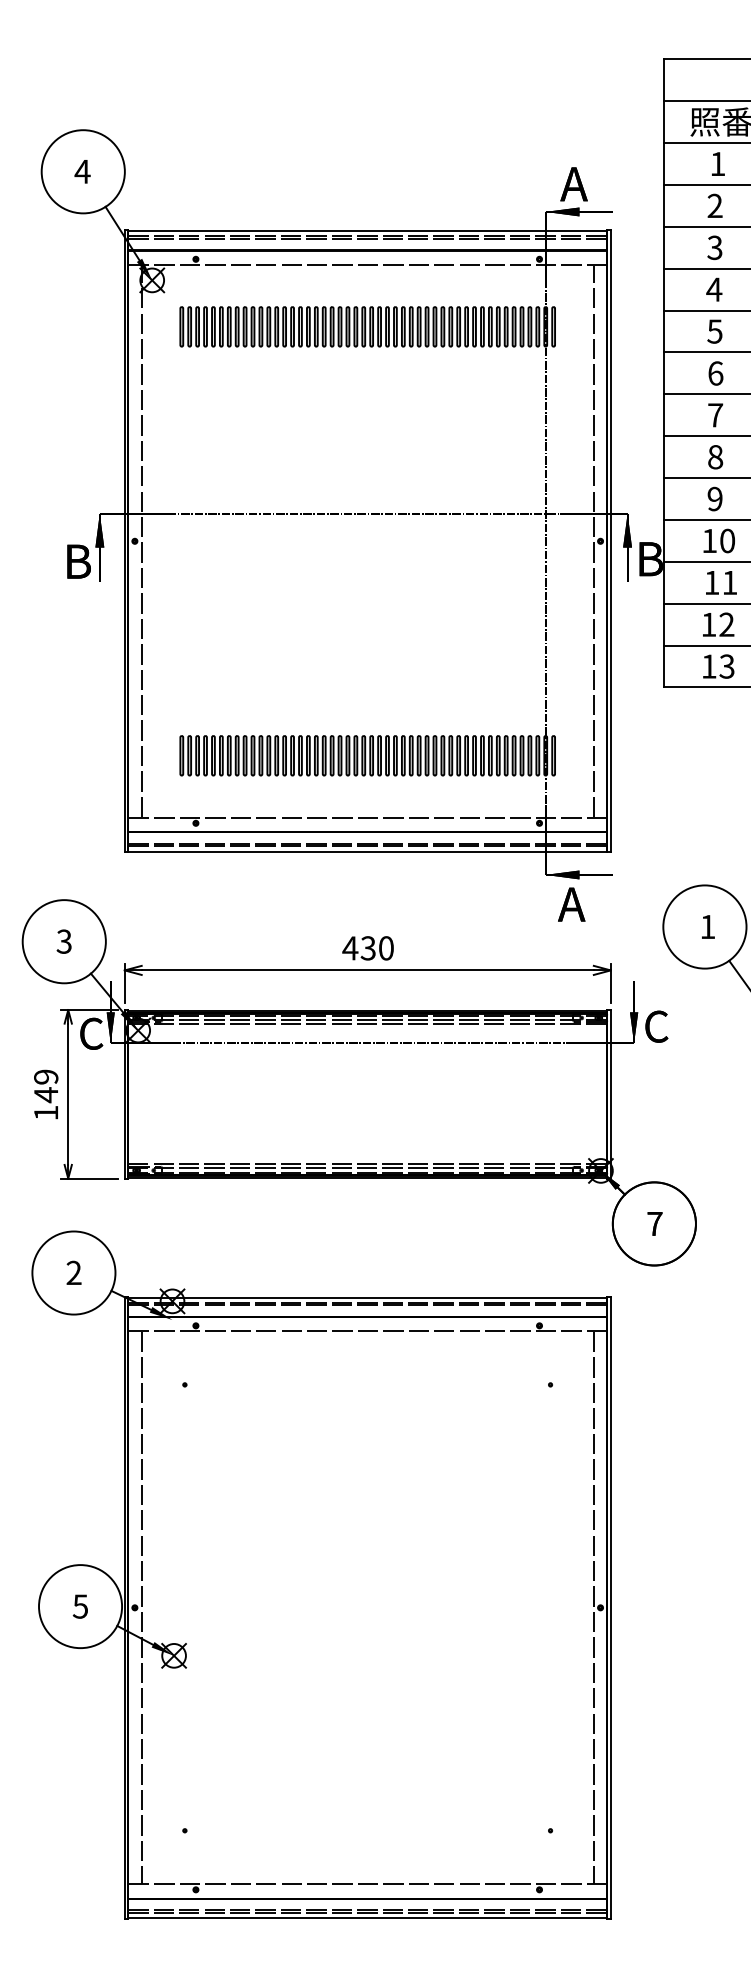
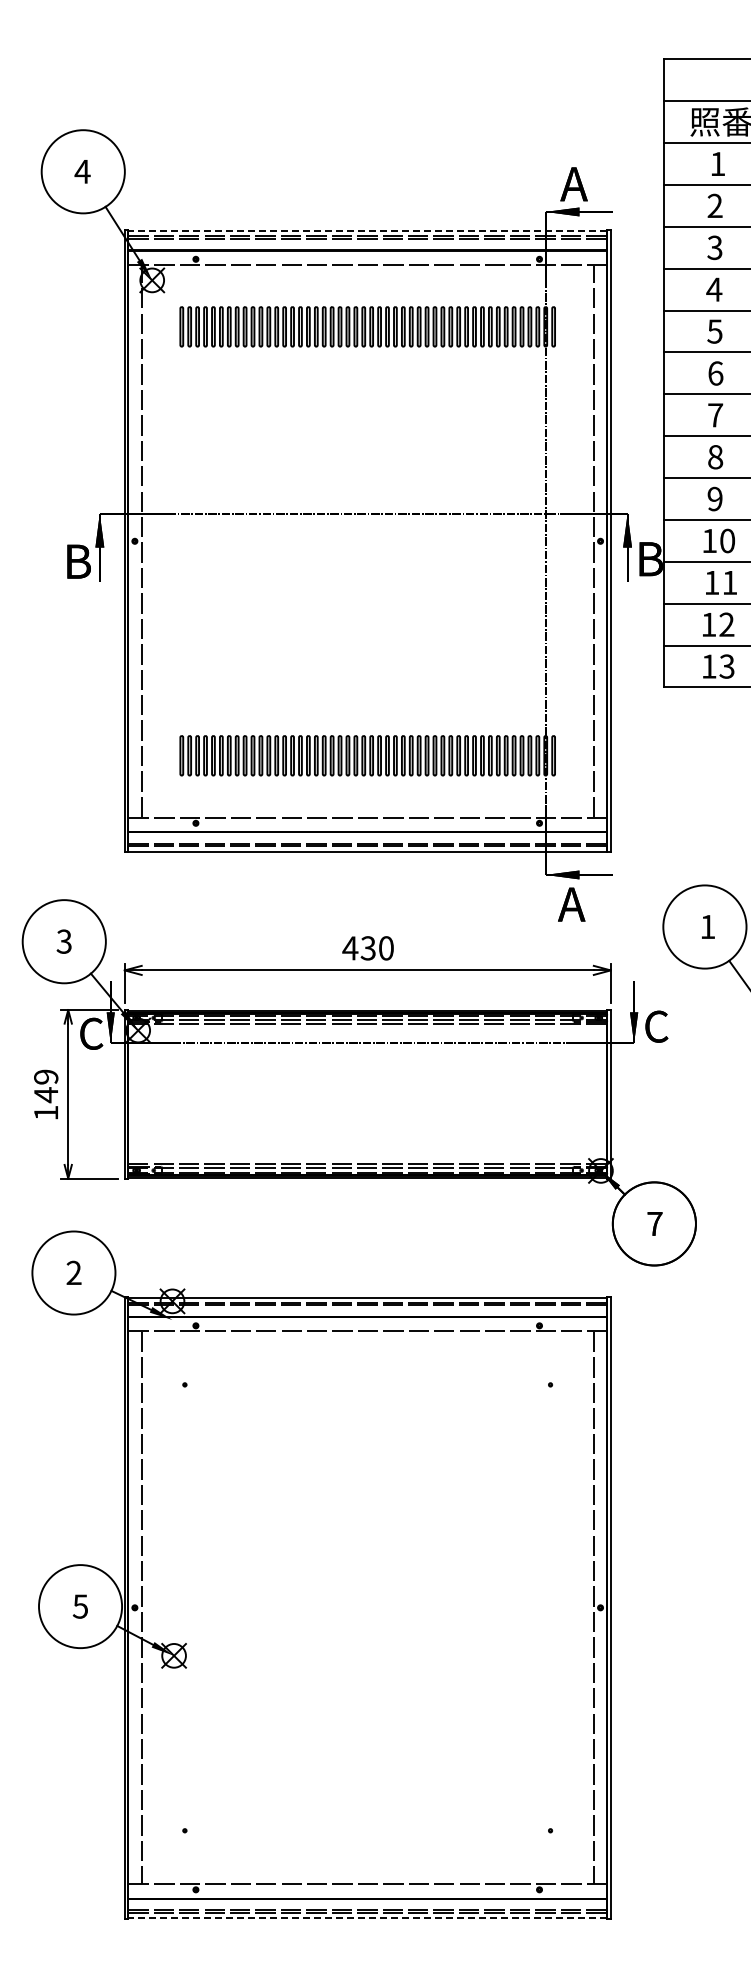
line at (367, 231): solid -> dashed
line at (367, 1918): solid -> dashed
